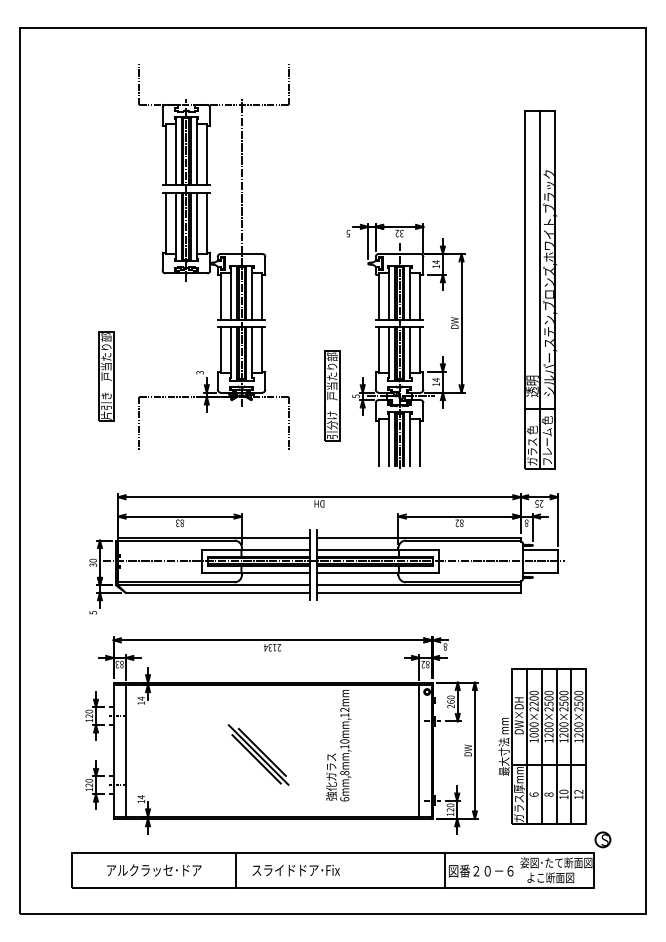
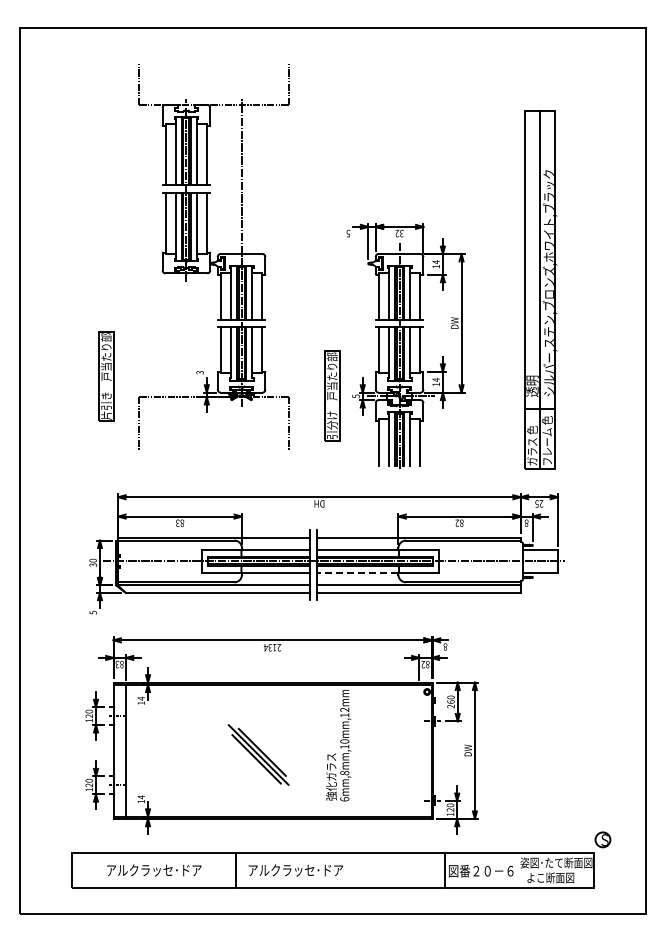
line at (357, 573): solid -> dashed
part at (542, 746): present -> none
line at (419, 750): present -> none
text at (295, 870): スライドドア･Fix -> アルクラッセ･ドア
